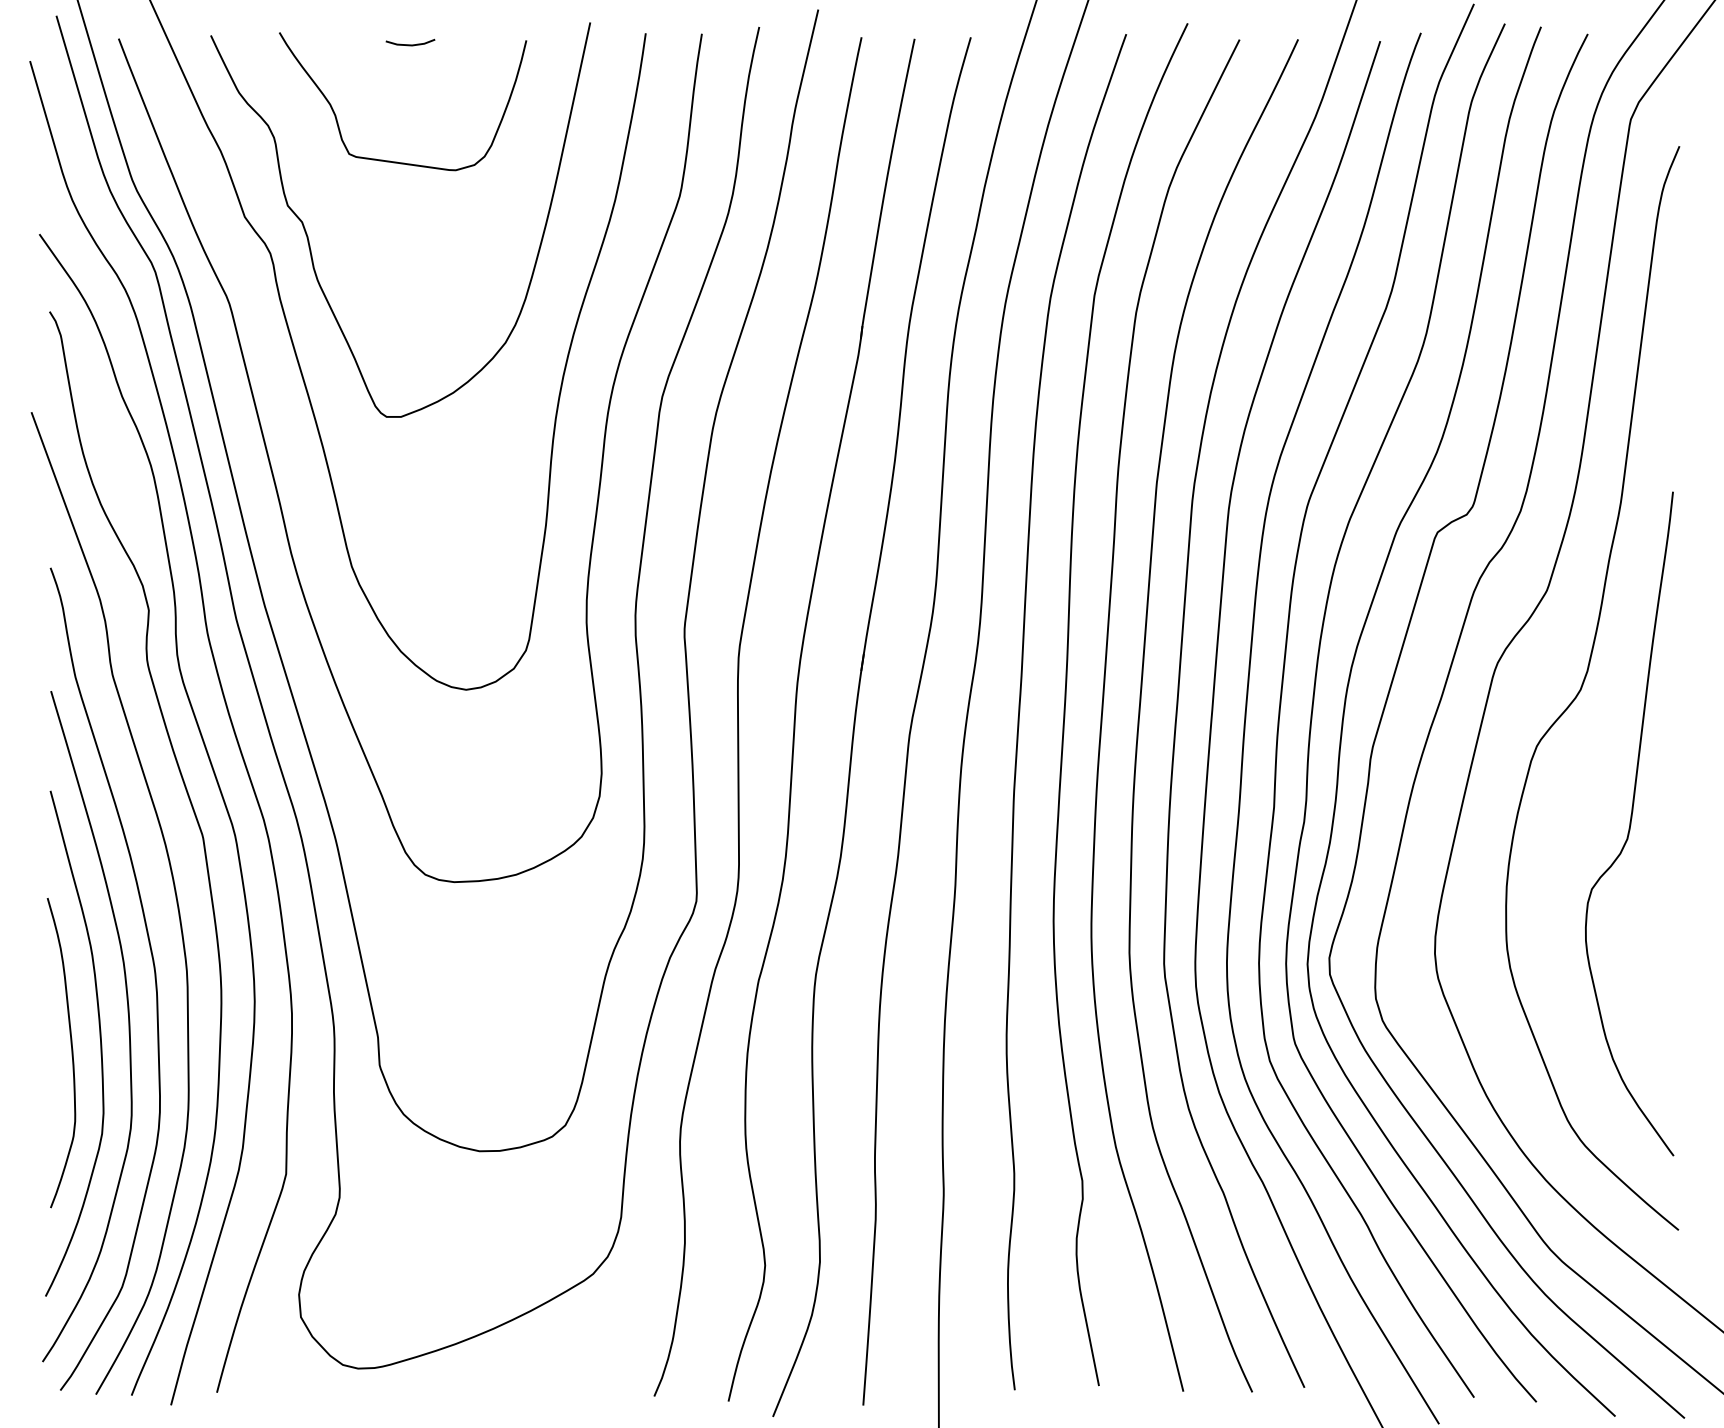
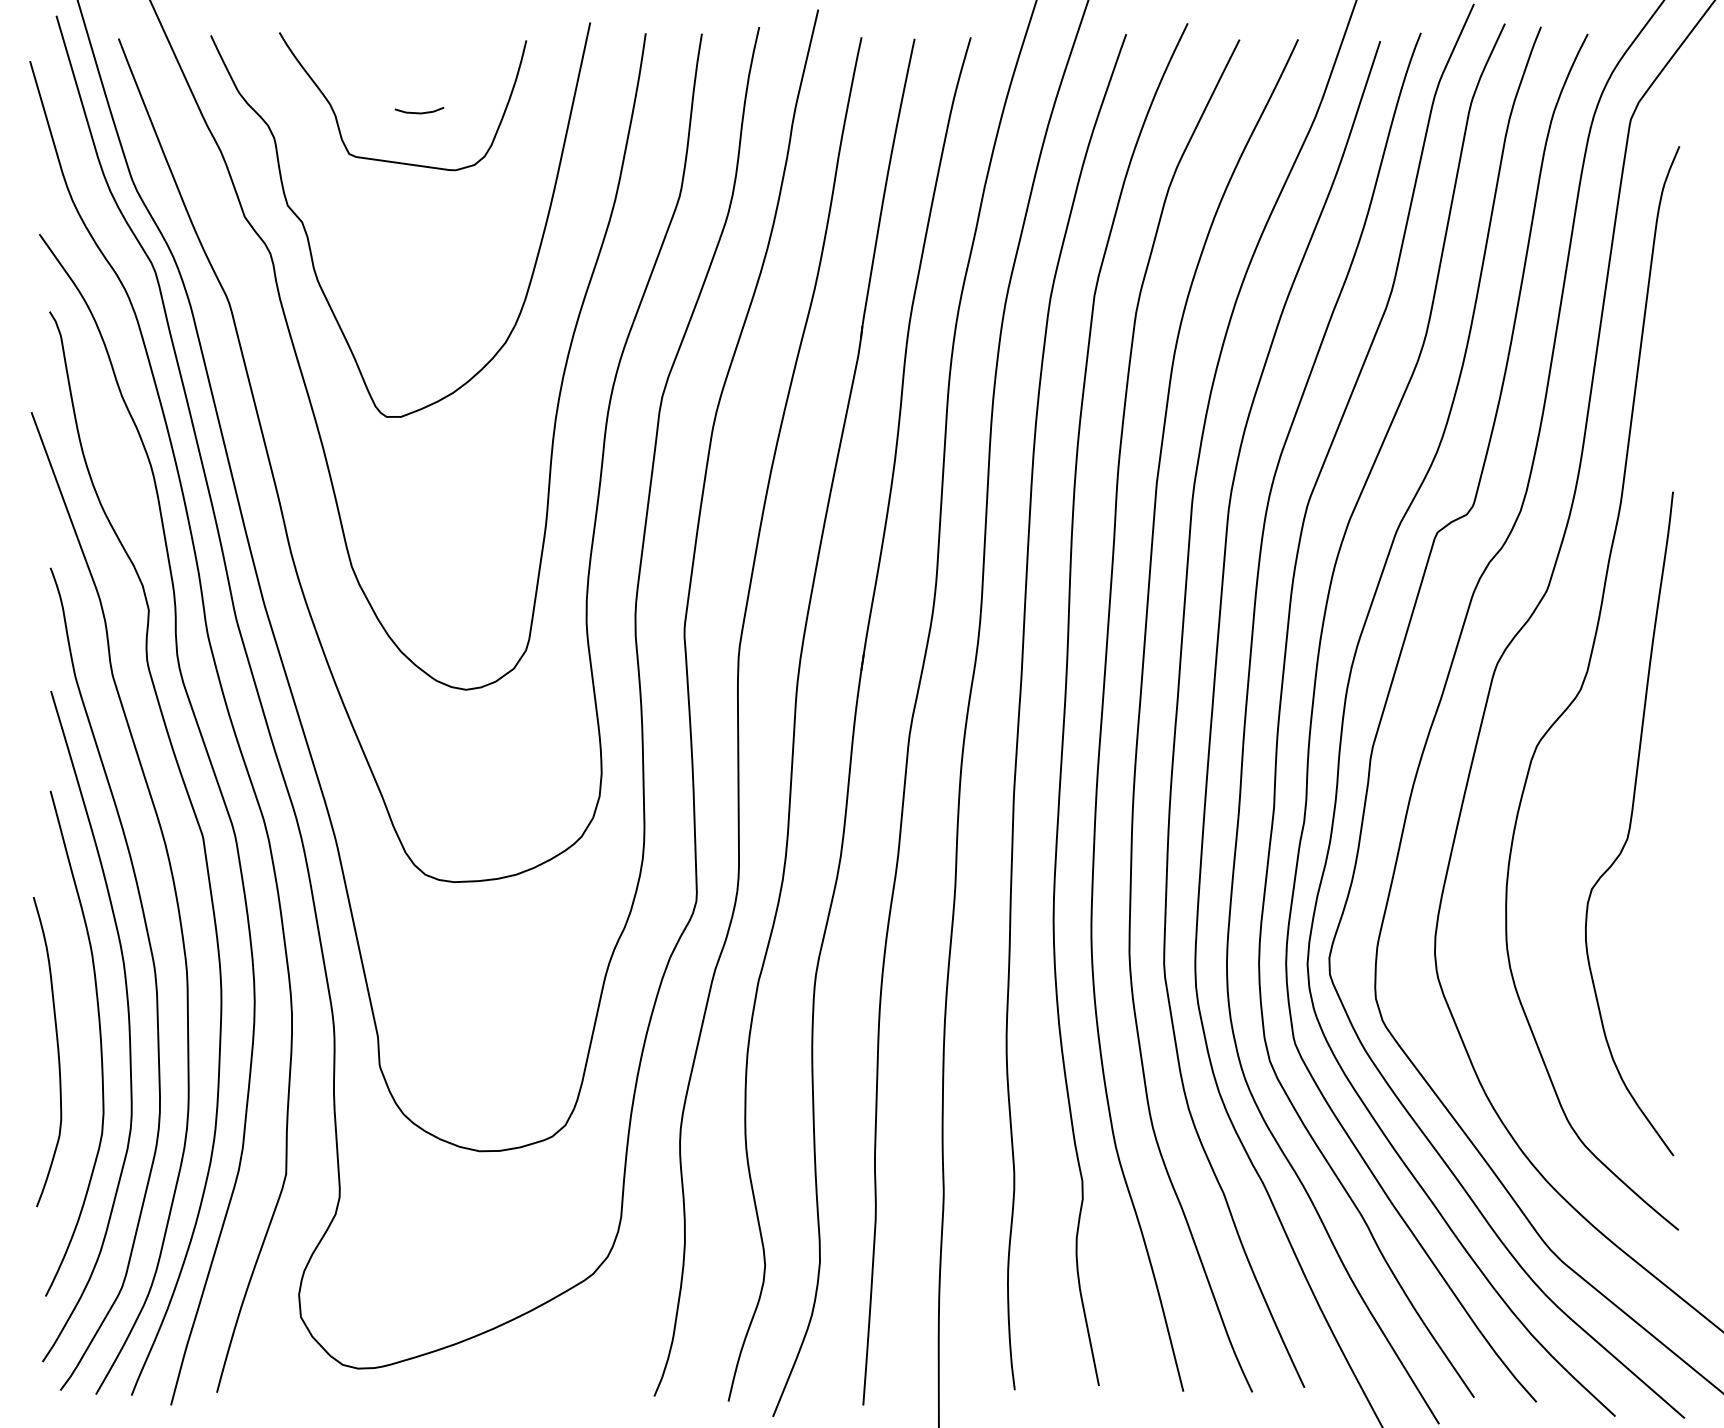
line at (410, 44) position: (410, 44) -> (419, 112)
curve at (71, 1053) position: (71, 1053) -> (57, 1052)
